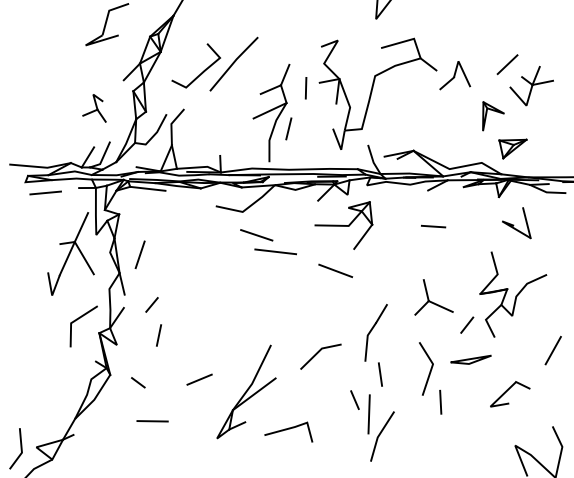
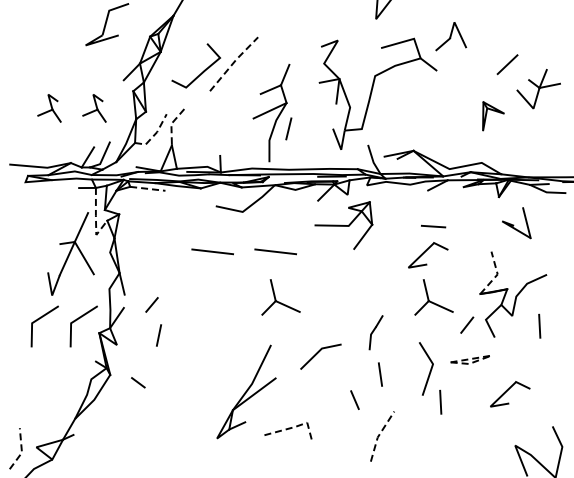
line at (233, 63): solid -> dashed
part at (455, 75) position: (455, 75) -> (451, 36)
part at (531, 86) position: (531, 86) -> (538, 89)
line at (305, 88): present -> none
part at (49, 108): none -> present
line at (171, 124): solid -> dashed
line at (155, 134): solid -> dashed
part at (512, 148): present -> none
line at (147, 188): solid -> dashed
line at (45, 192): present -> none
line at (96, 221): solid -> dashed
line at (256, 235): present -> none
line at (212, 251): none -> present
line at (139, 254): present -> none
part at (428, 255): none -> present
line at (335, 270): present -> none
line at (497, 275): solid -> dashed
part at (280, 297): none -> present
line at (38, 320): none -> present
line at (539, 325): none -> present
part at (375, 332) size: 24x58 px -> 16x36 px
line at (552, 350): present -> none
line at (491, 355): solid -> dashed
line at (199, 379): present -> none
line at (368, 414): present -> none
line at (152, 421): present -> none
line at (296, 426): solid -> dashed
line at (378, 435): solid -> dashed
line at (21, 450): solid -> dashed
